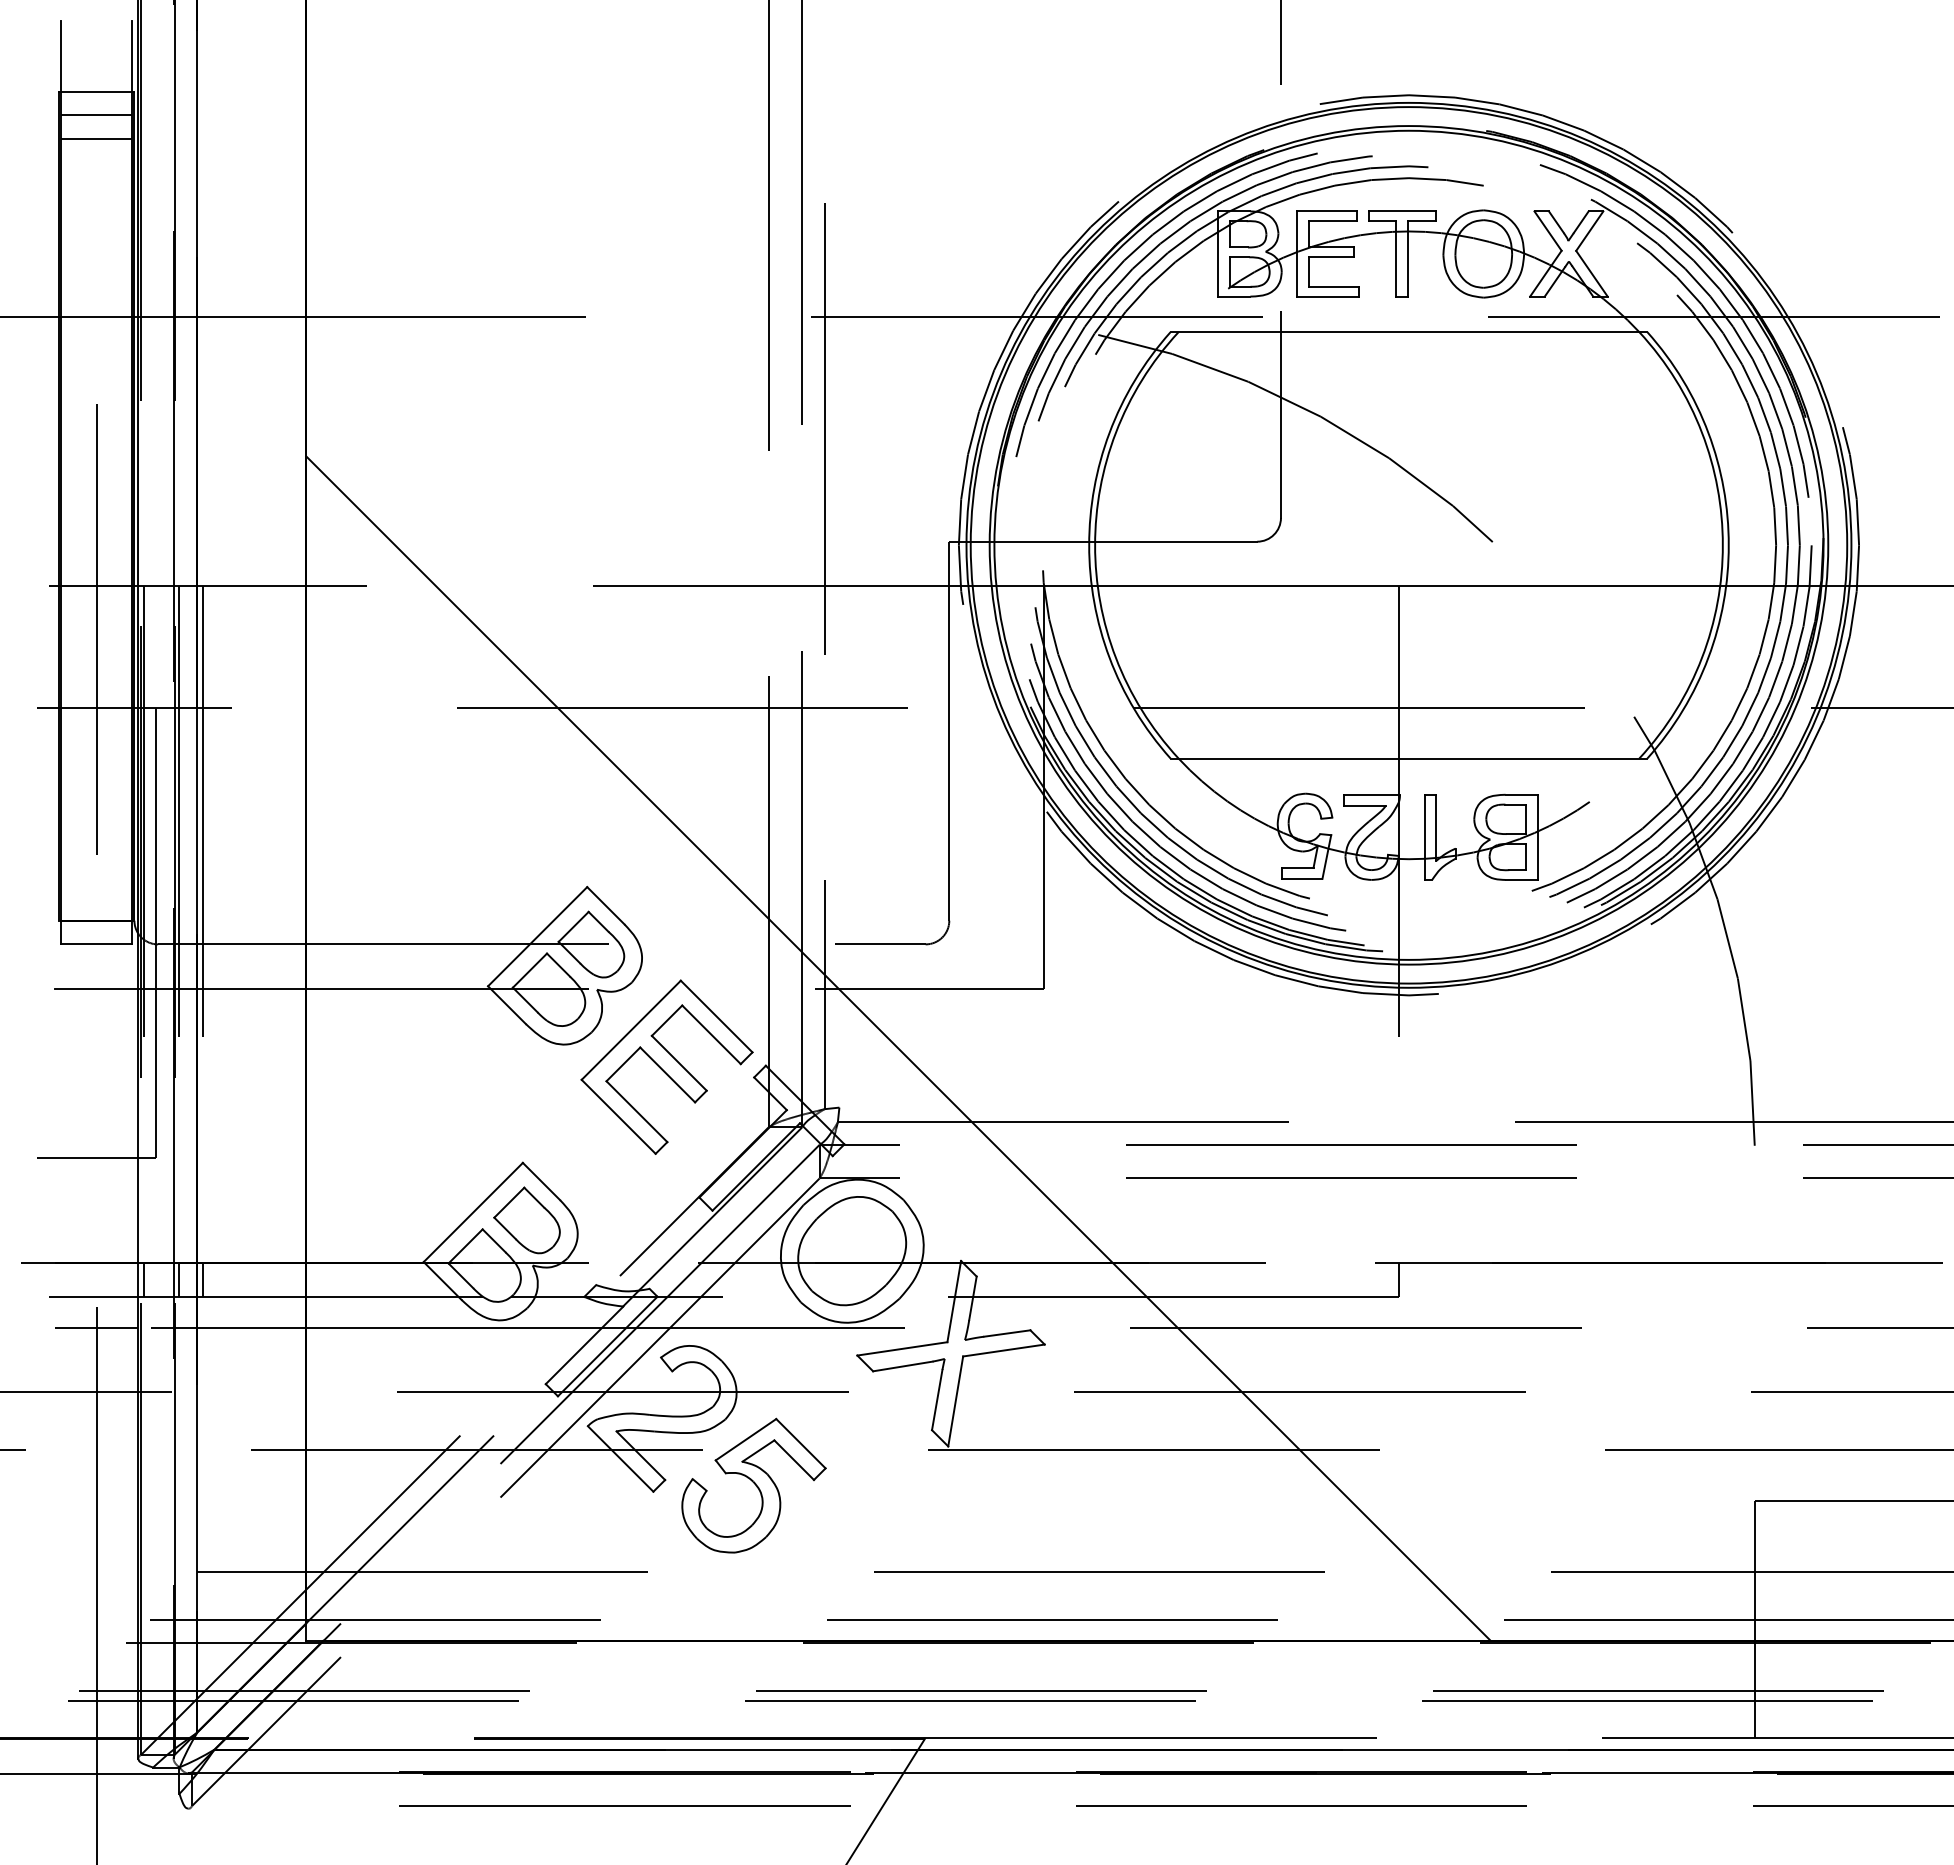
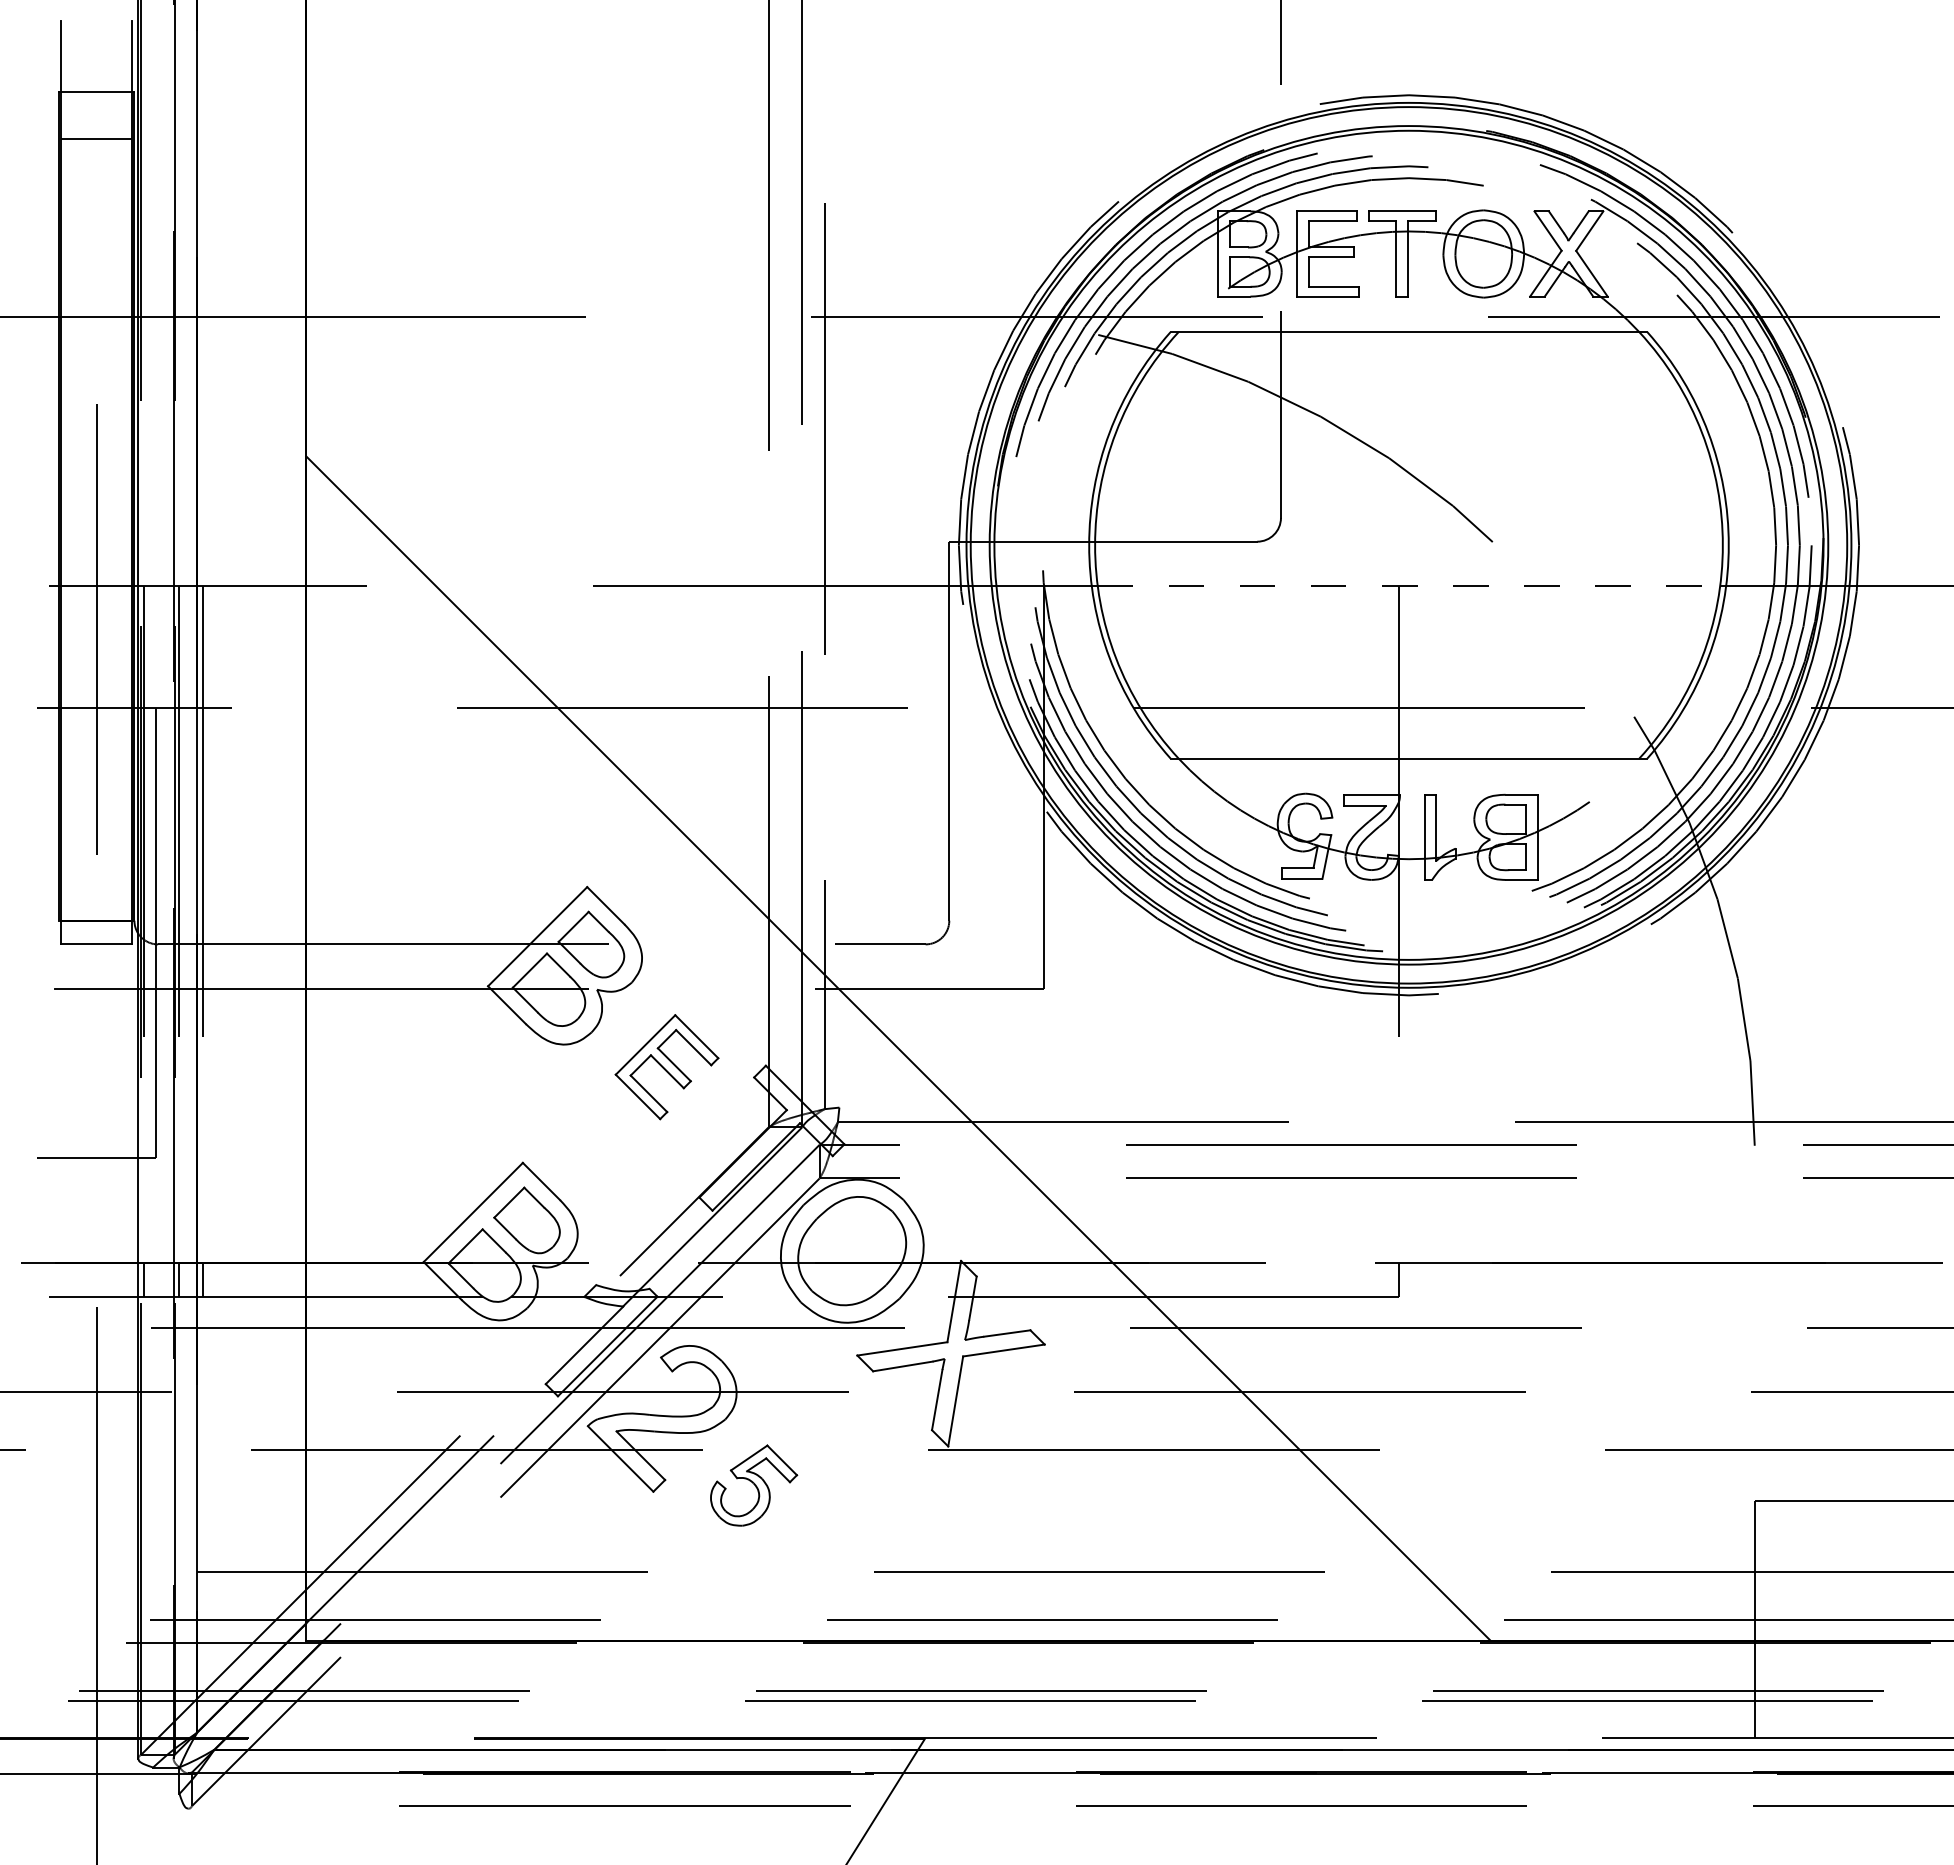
line at (96, 115): present -> none
line at (1409, 586): solid -> dashed
part at (666, 1066) size: 174x176 px -> 106x107 px
line at (96, 1327): present -> none
part at (753, 1485) size: 146x137 px -> 89x83 px
